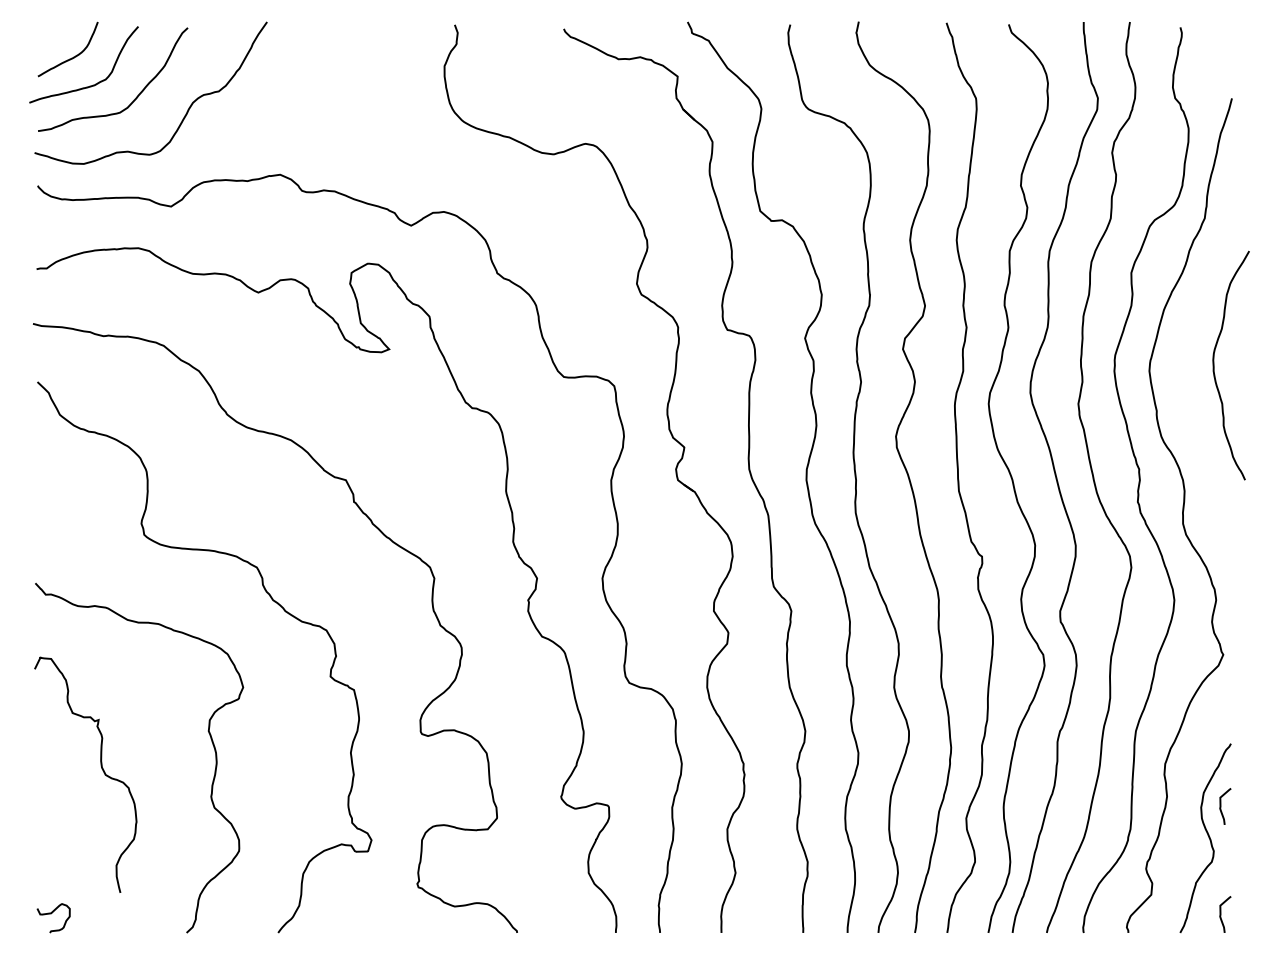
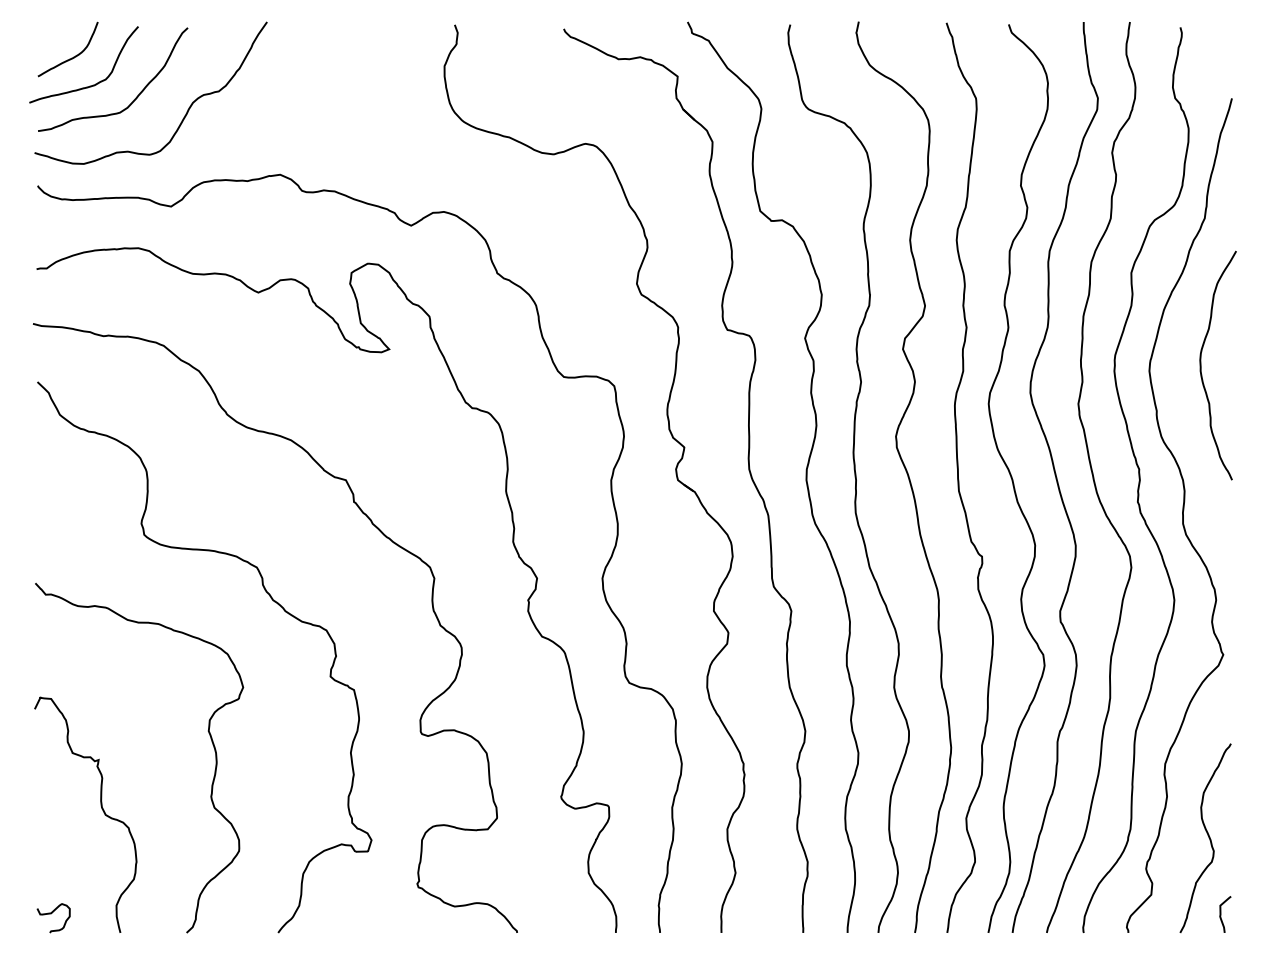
curve at (1214, 365) position: (1214, 365) -> (1201, 365)
curve at (101, 769) position: (101, 769) -> (101, 809)
curve at (1221, 806): present -> none
